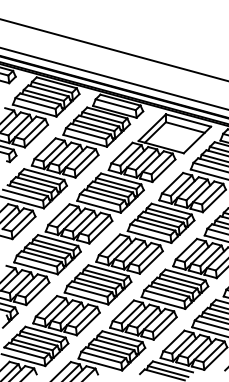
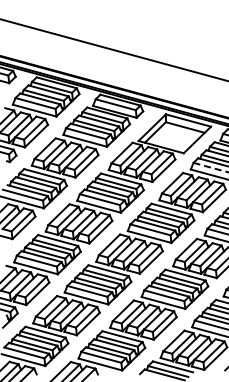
line at (113, 78): present -> none
line at (211, 167): solid -> dashed
